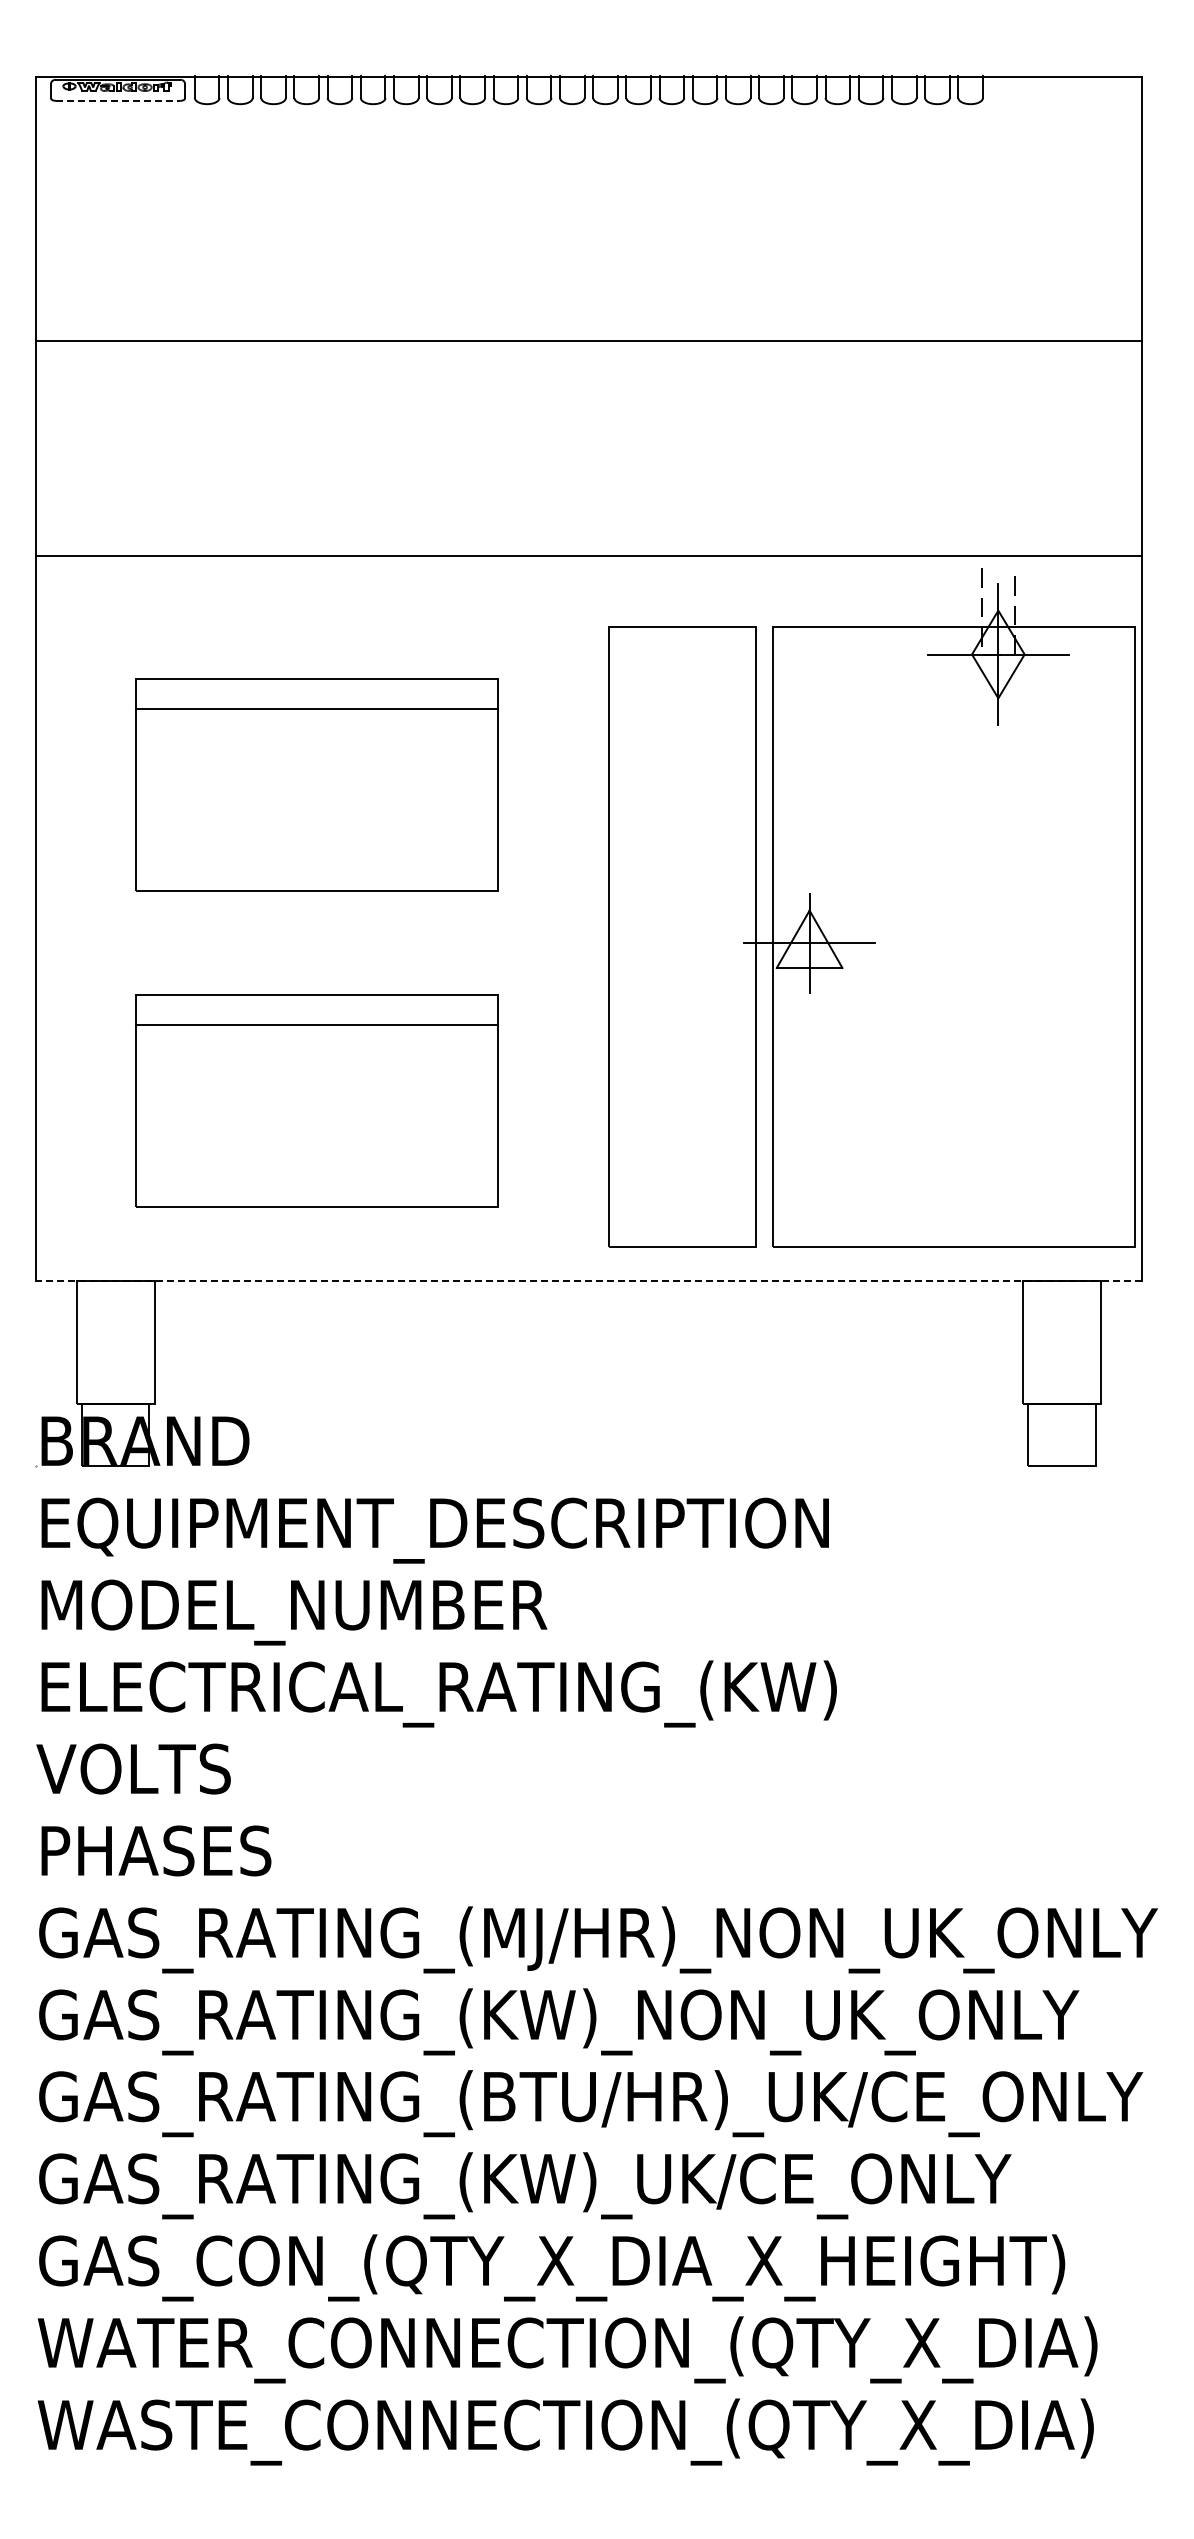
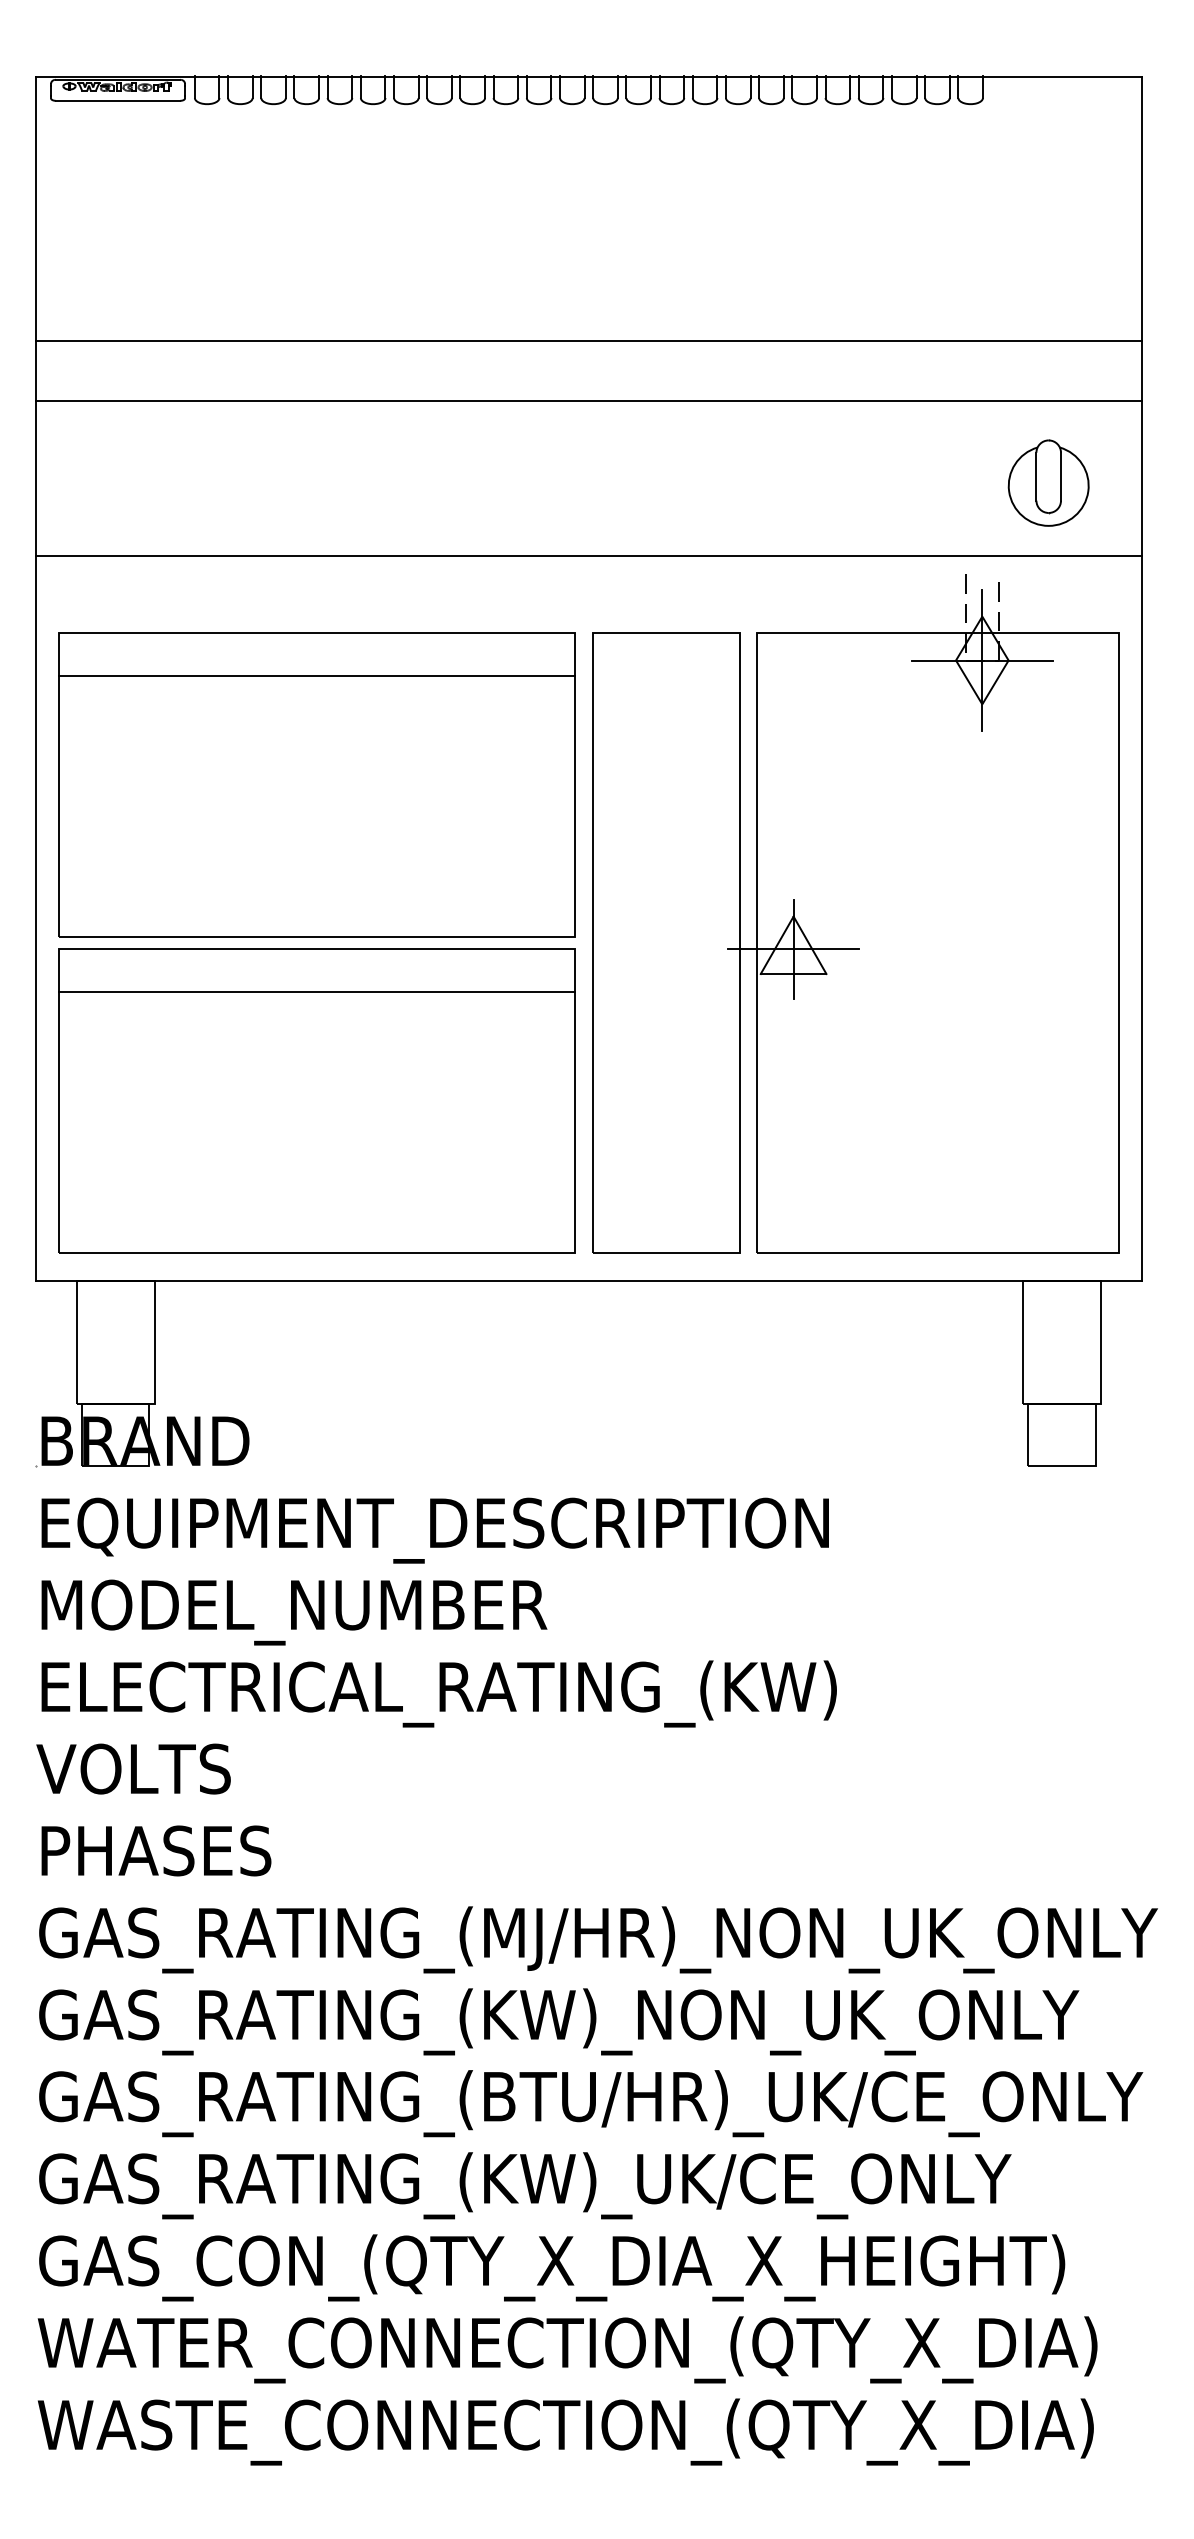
line at (118, 100): dashed -> solid
line at (588, 401): none -> present
part at (1048, 482): none -> present
part at (316, 784) size: 364x214 px -> 518x306 px
part at (871, 907) position: (871, 907) -> (855, 913)
part at (316, 1100) size: 364x214 px -> 518x306 px
line at (588, 1281): dashed -> solid
